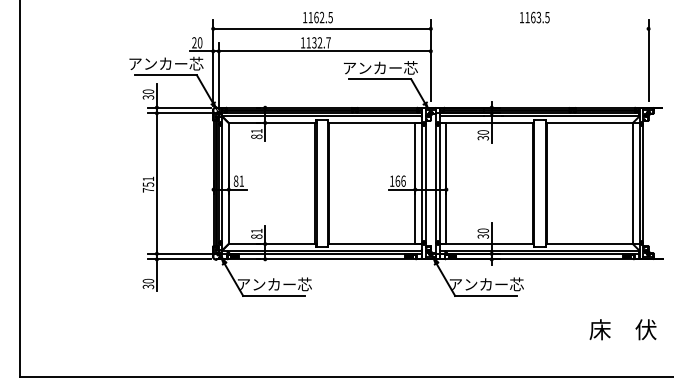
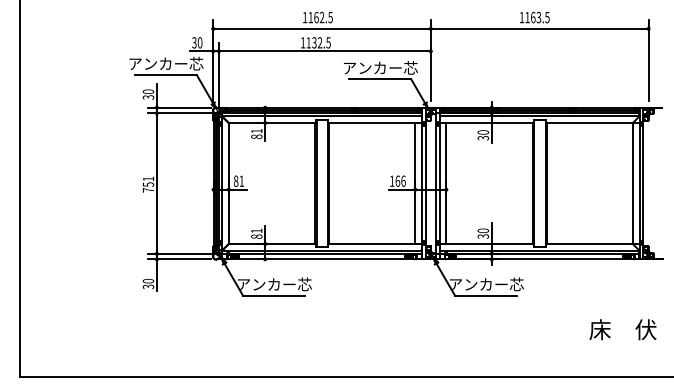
line at (539, 28): none -> present
text at (328, 42): 1132.7 -> 1132.5
text at (194, 43): 20 -> 30
